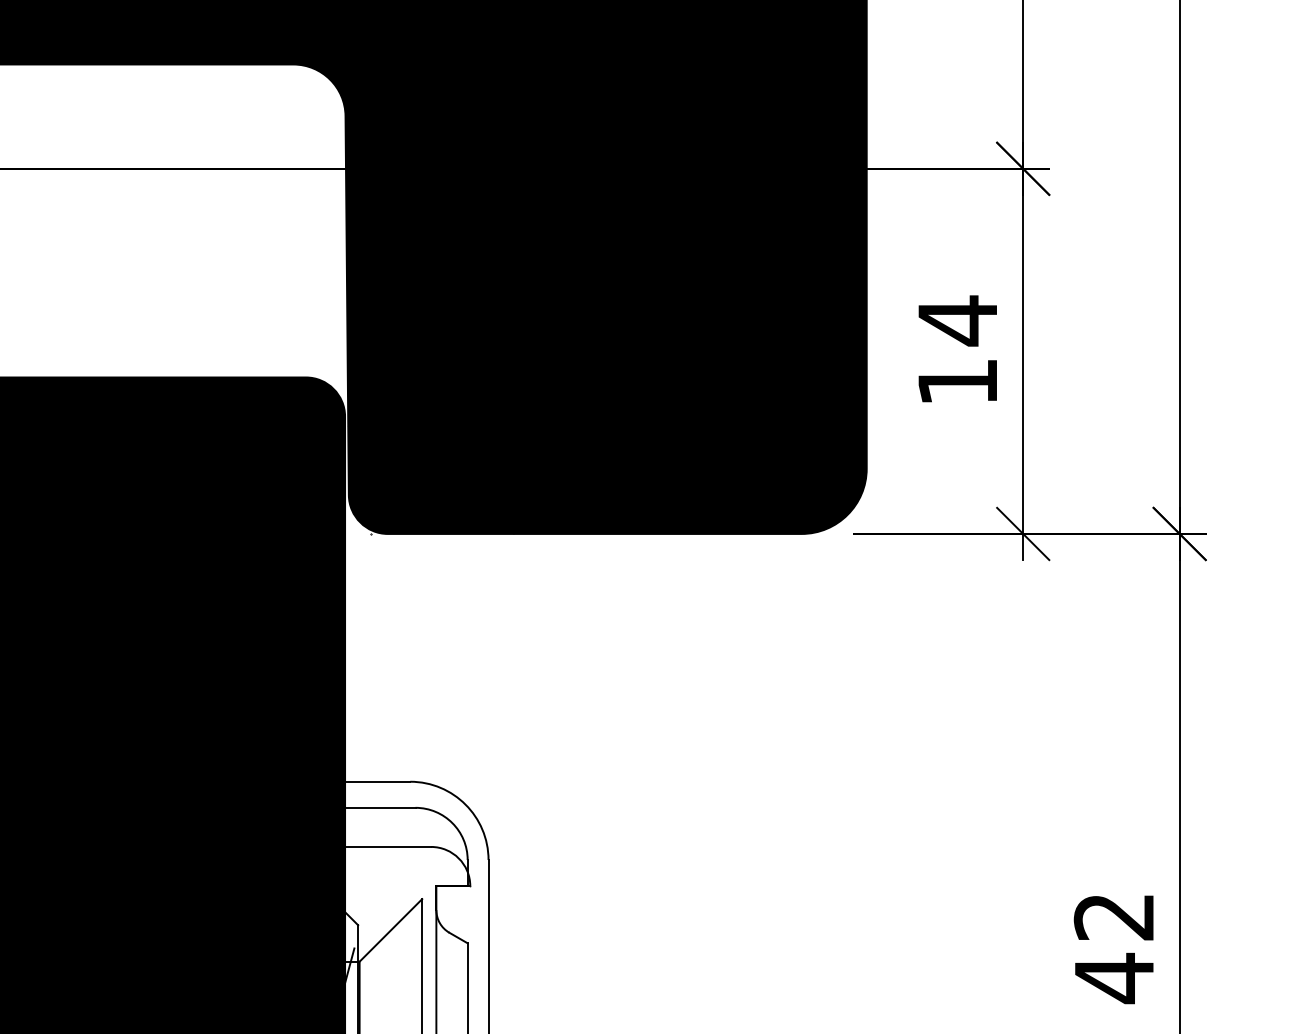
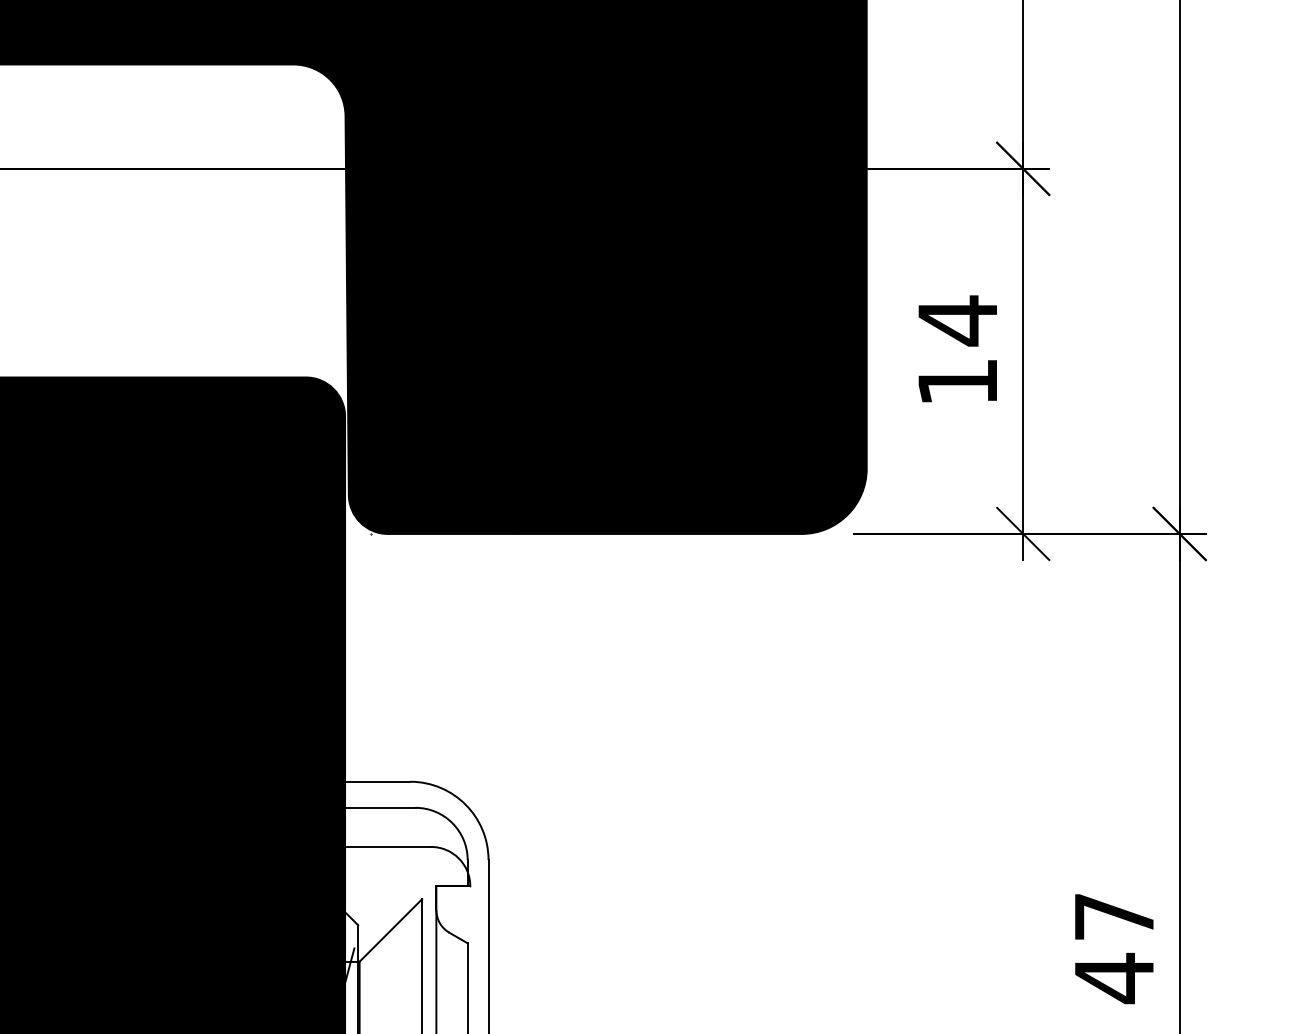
text at (1113, 917): 42 -> 47
